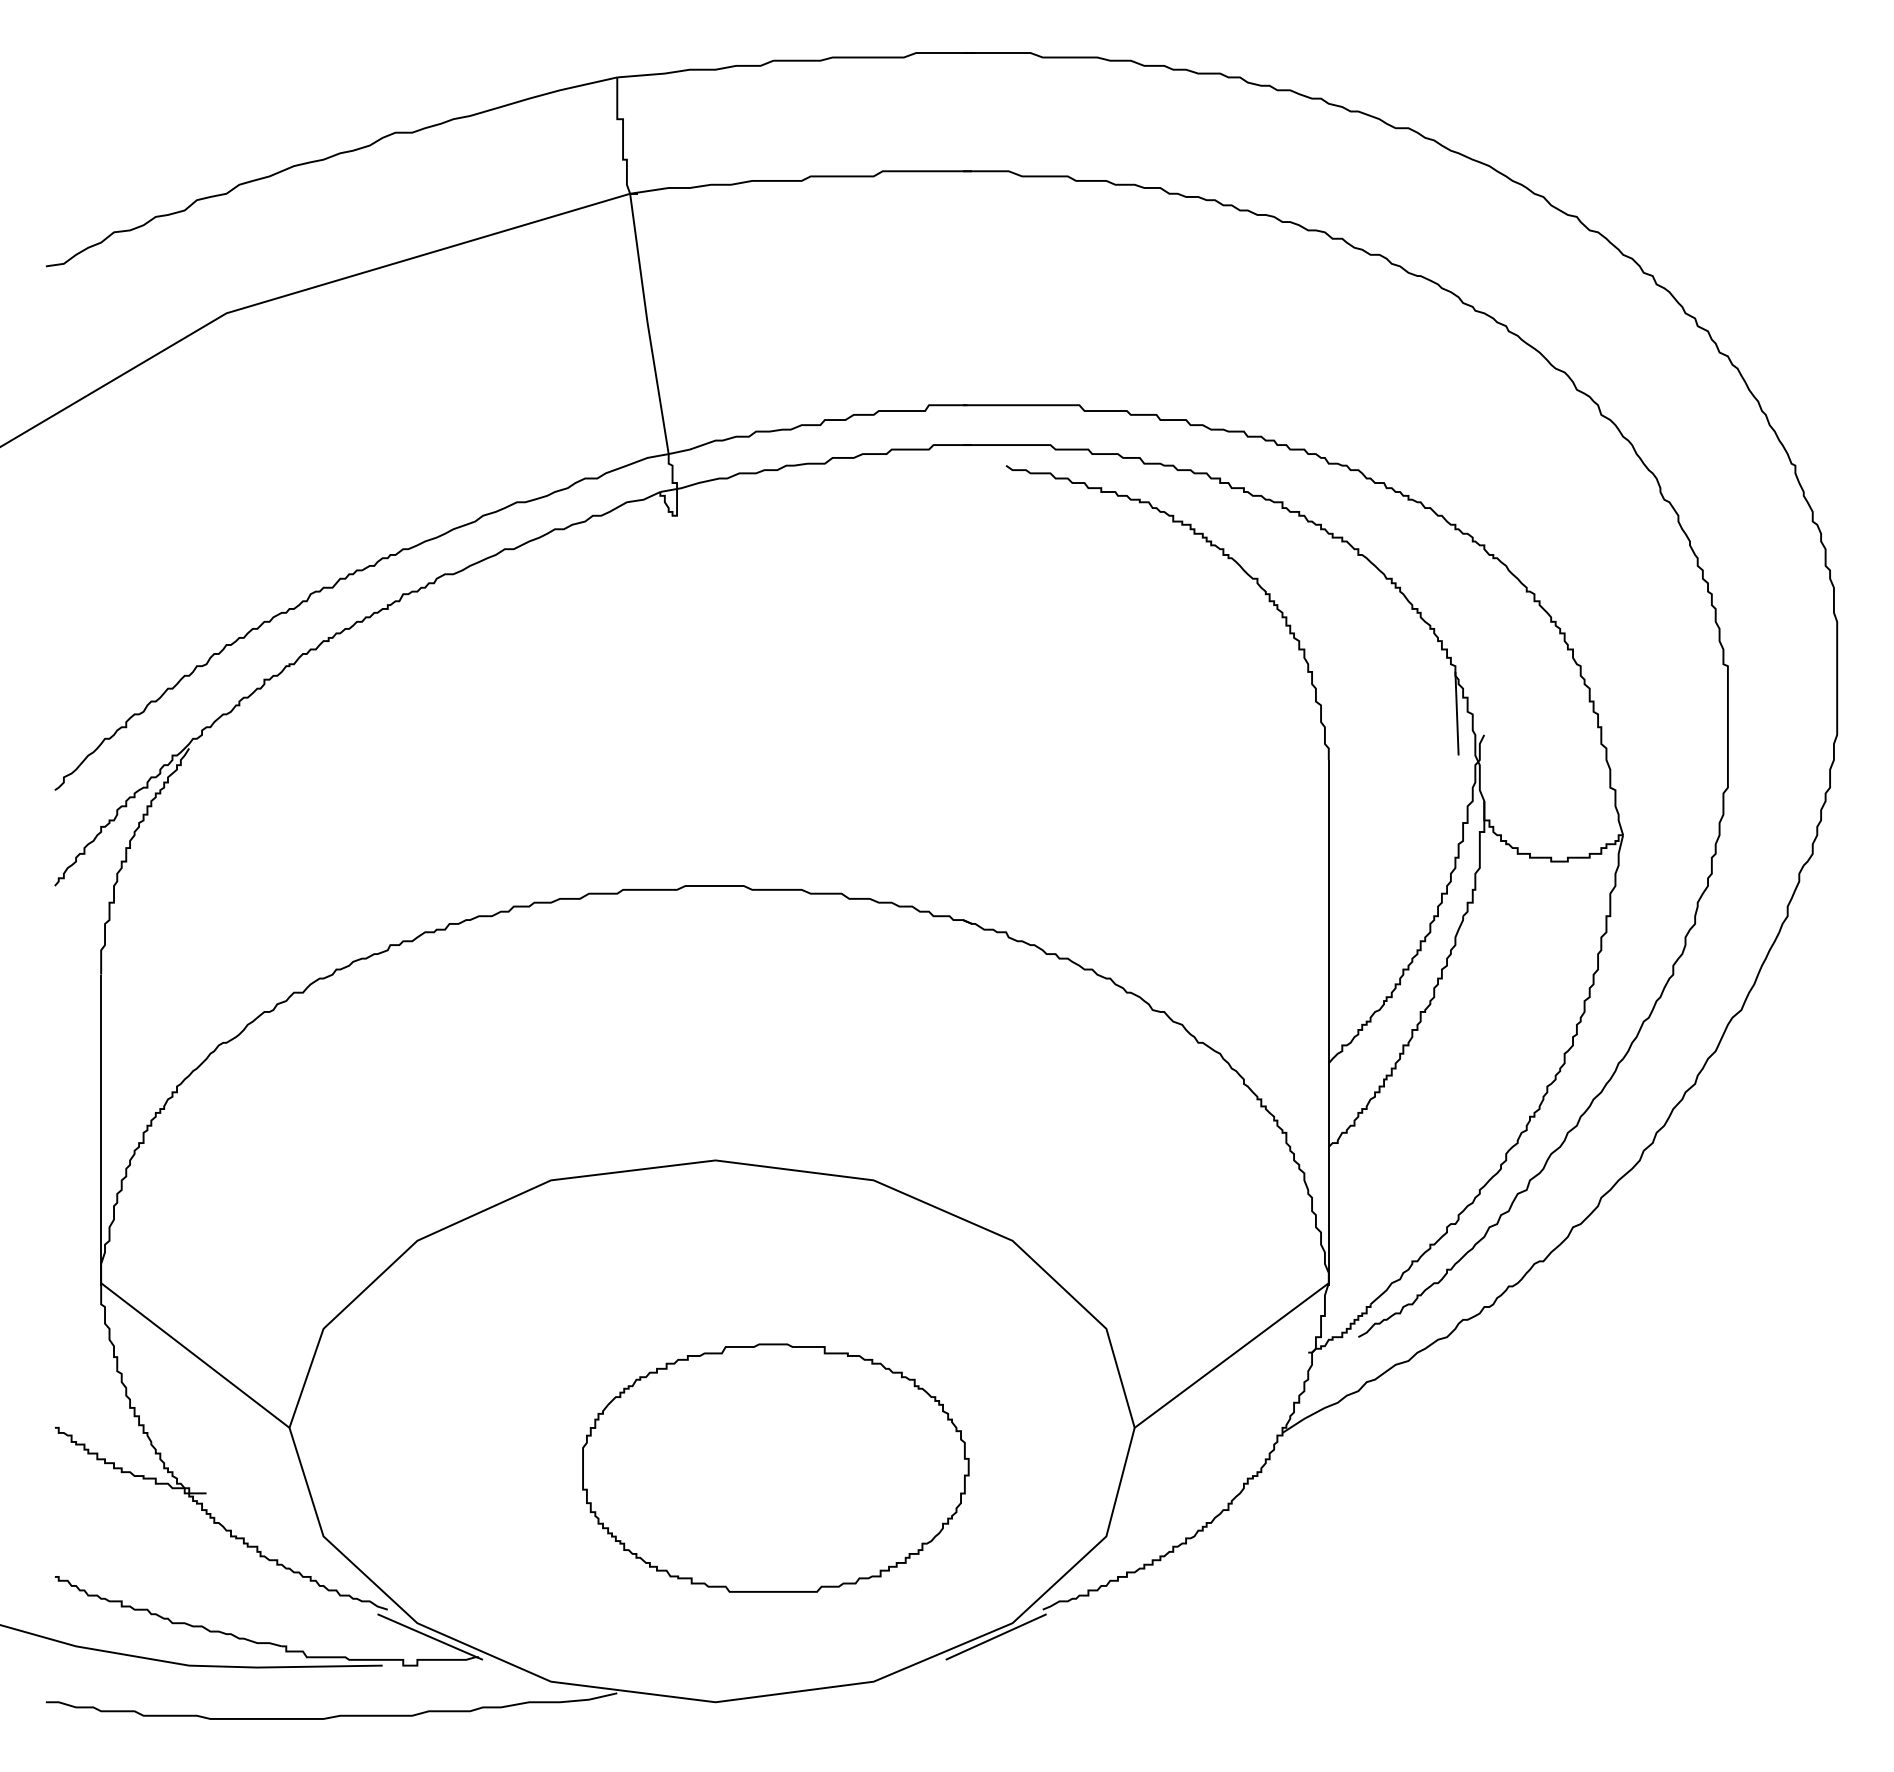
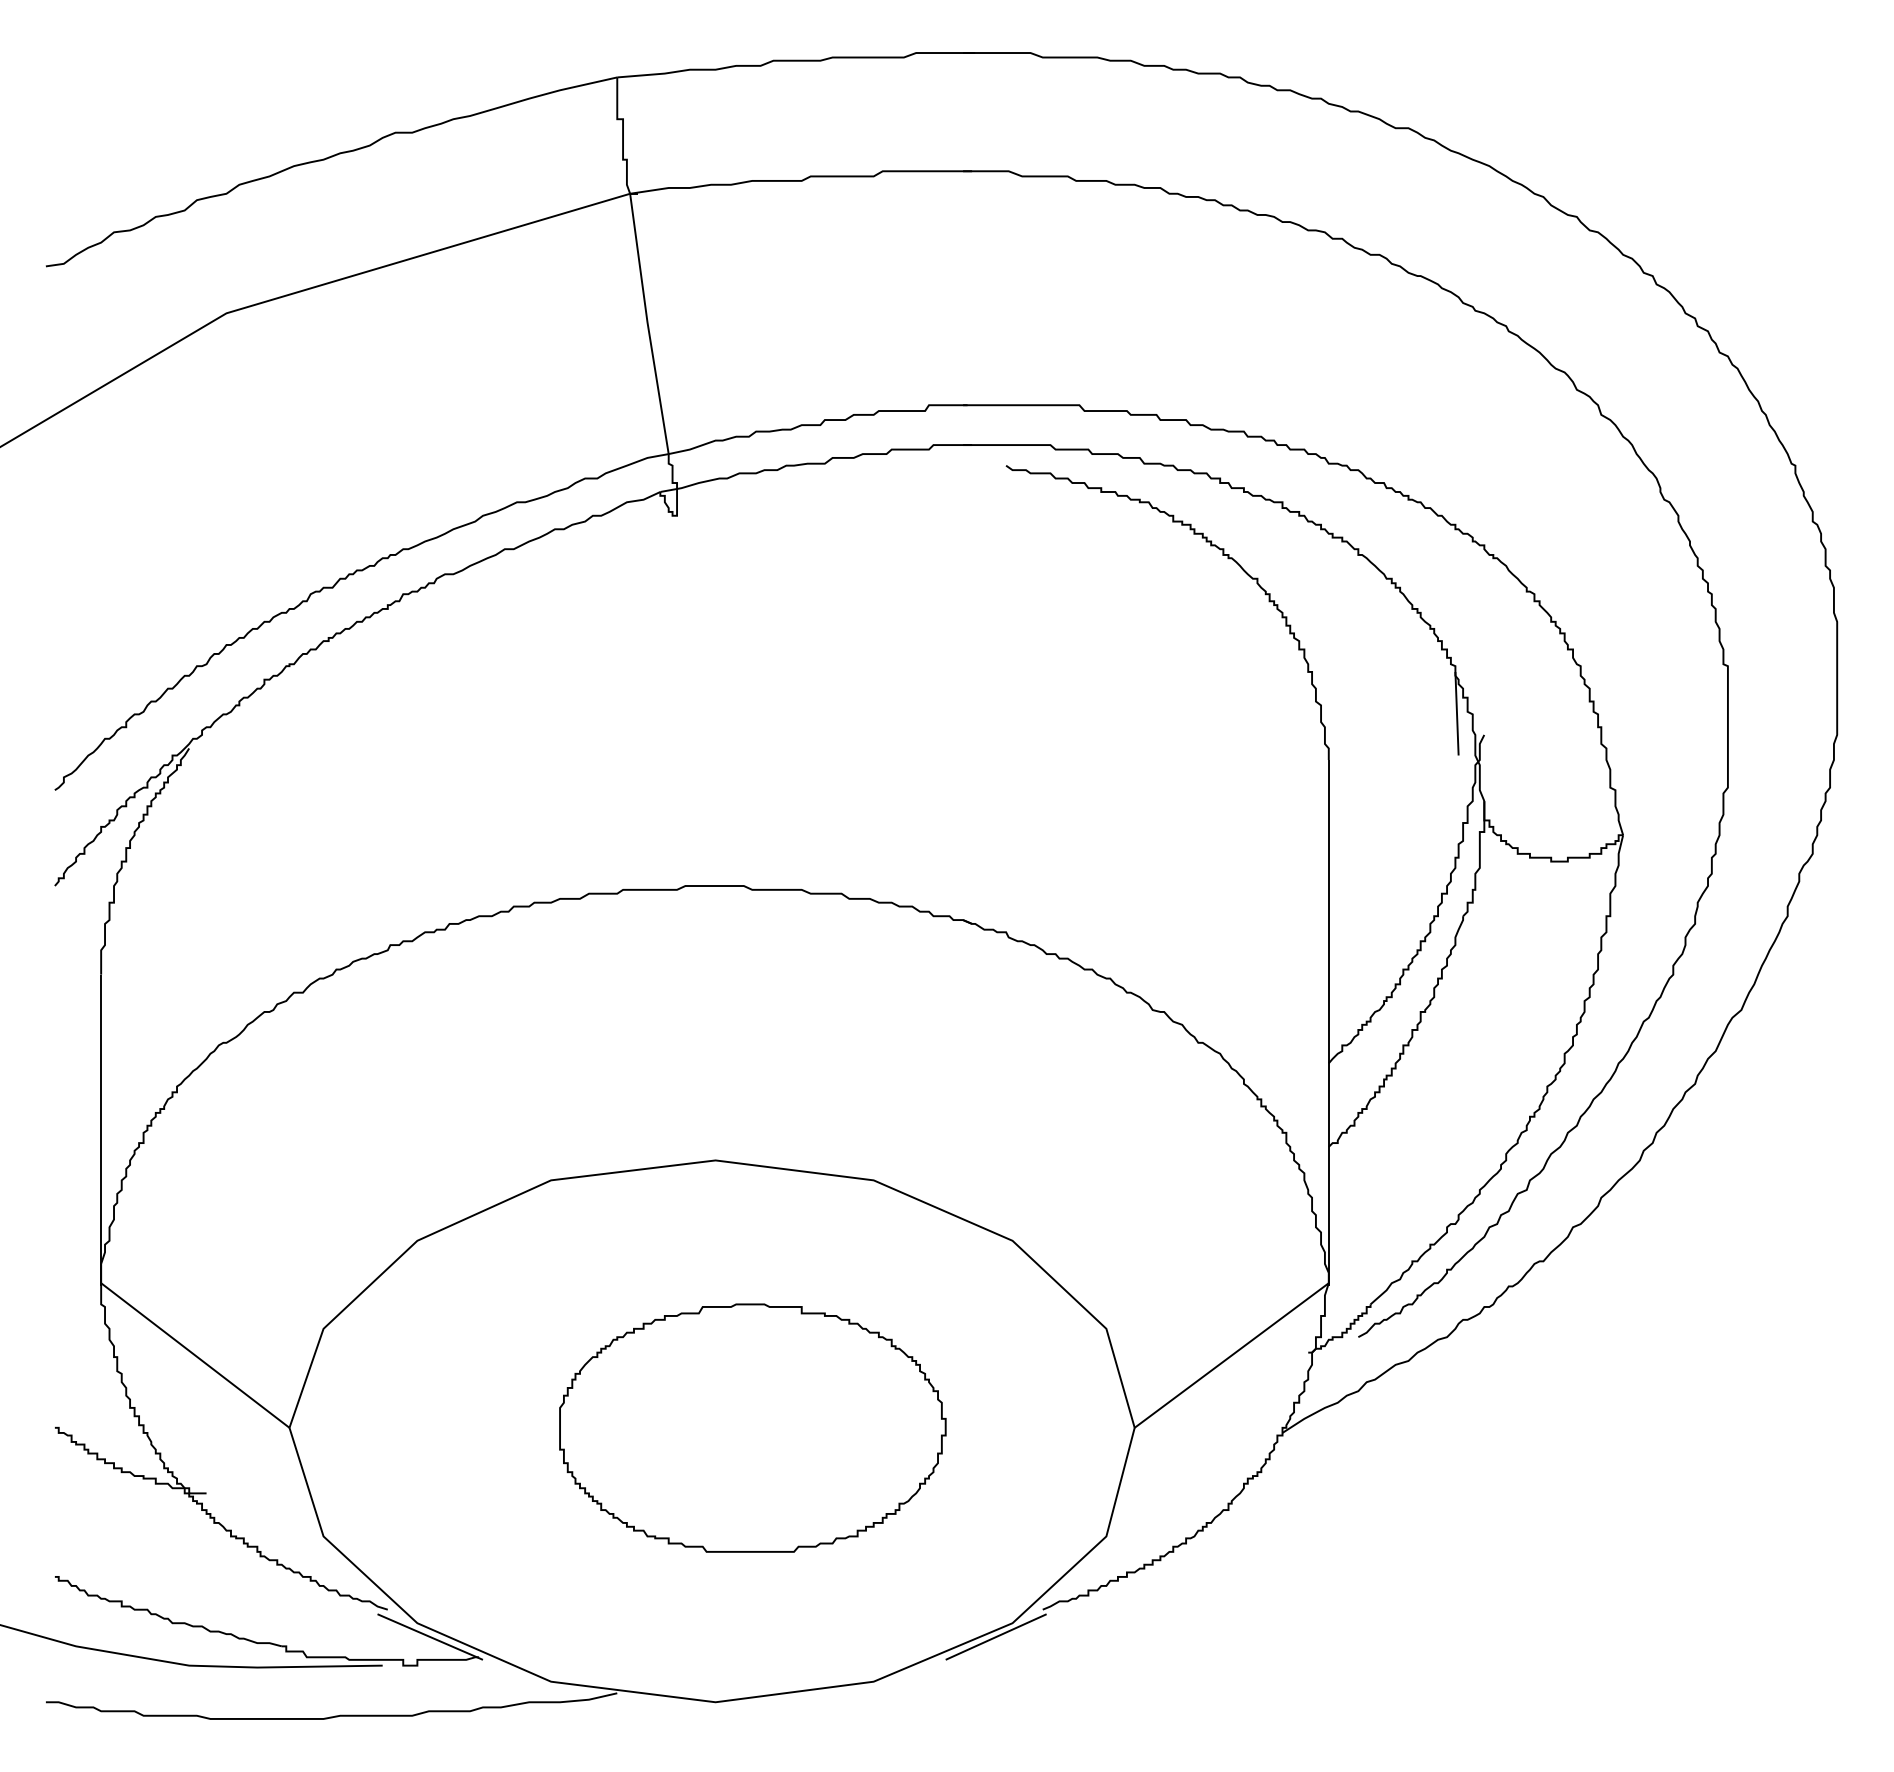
part at (775, 1467) position: (775, 1467) -> (752, 1427)
